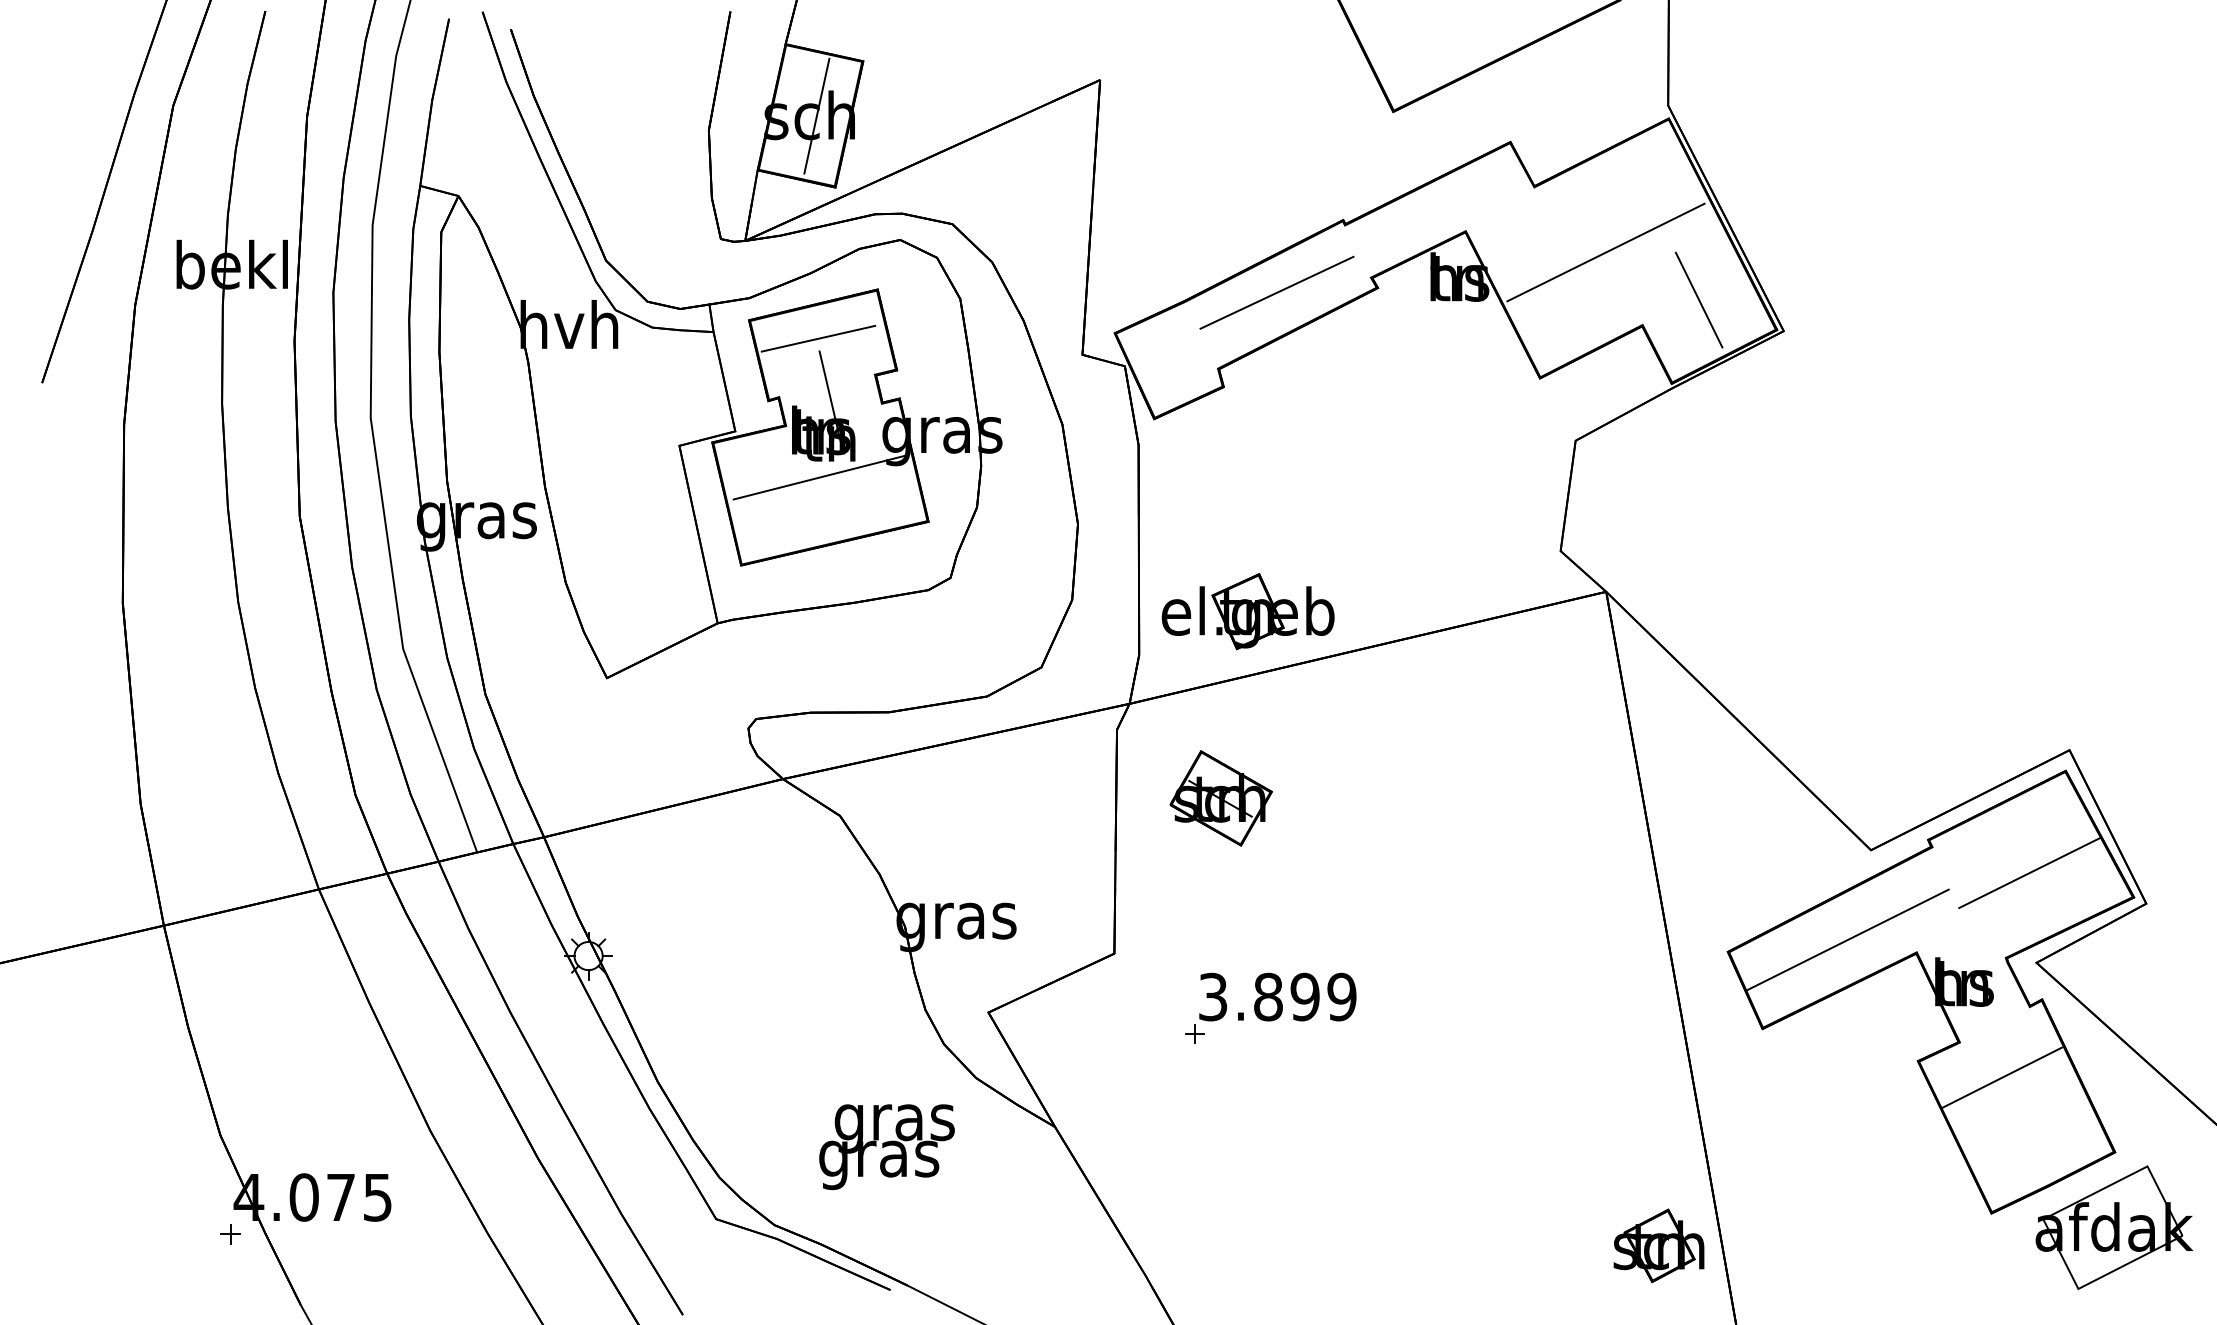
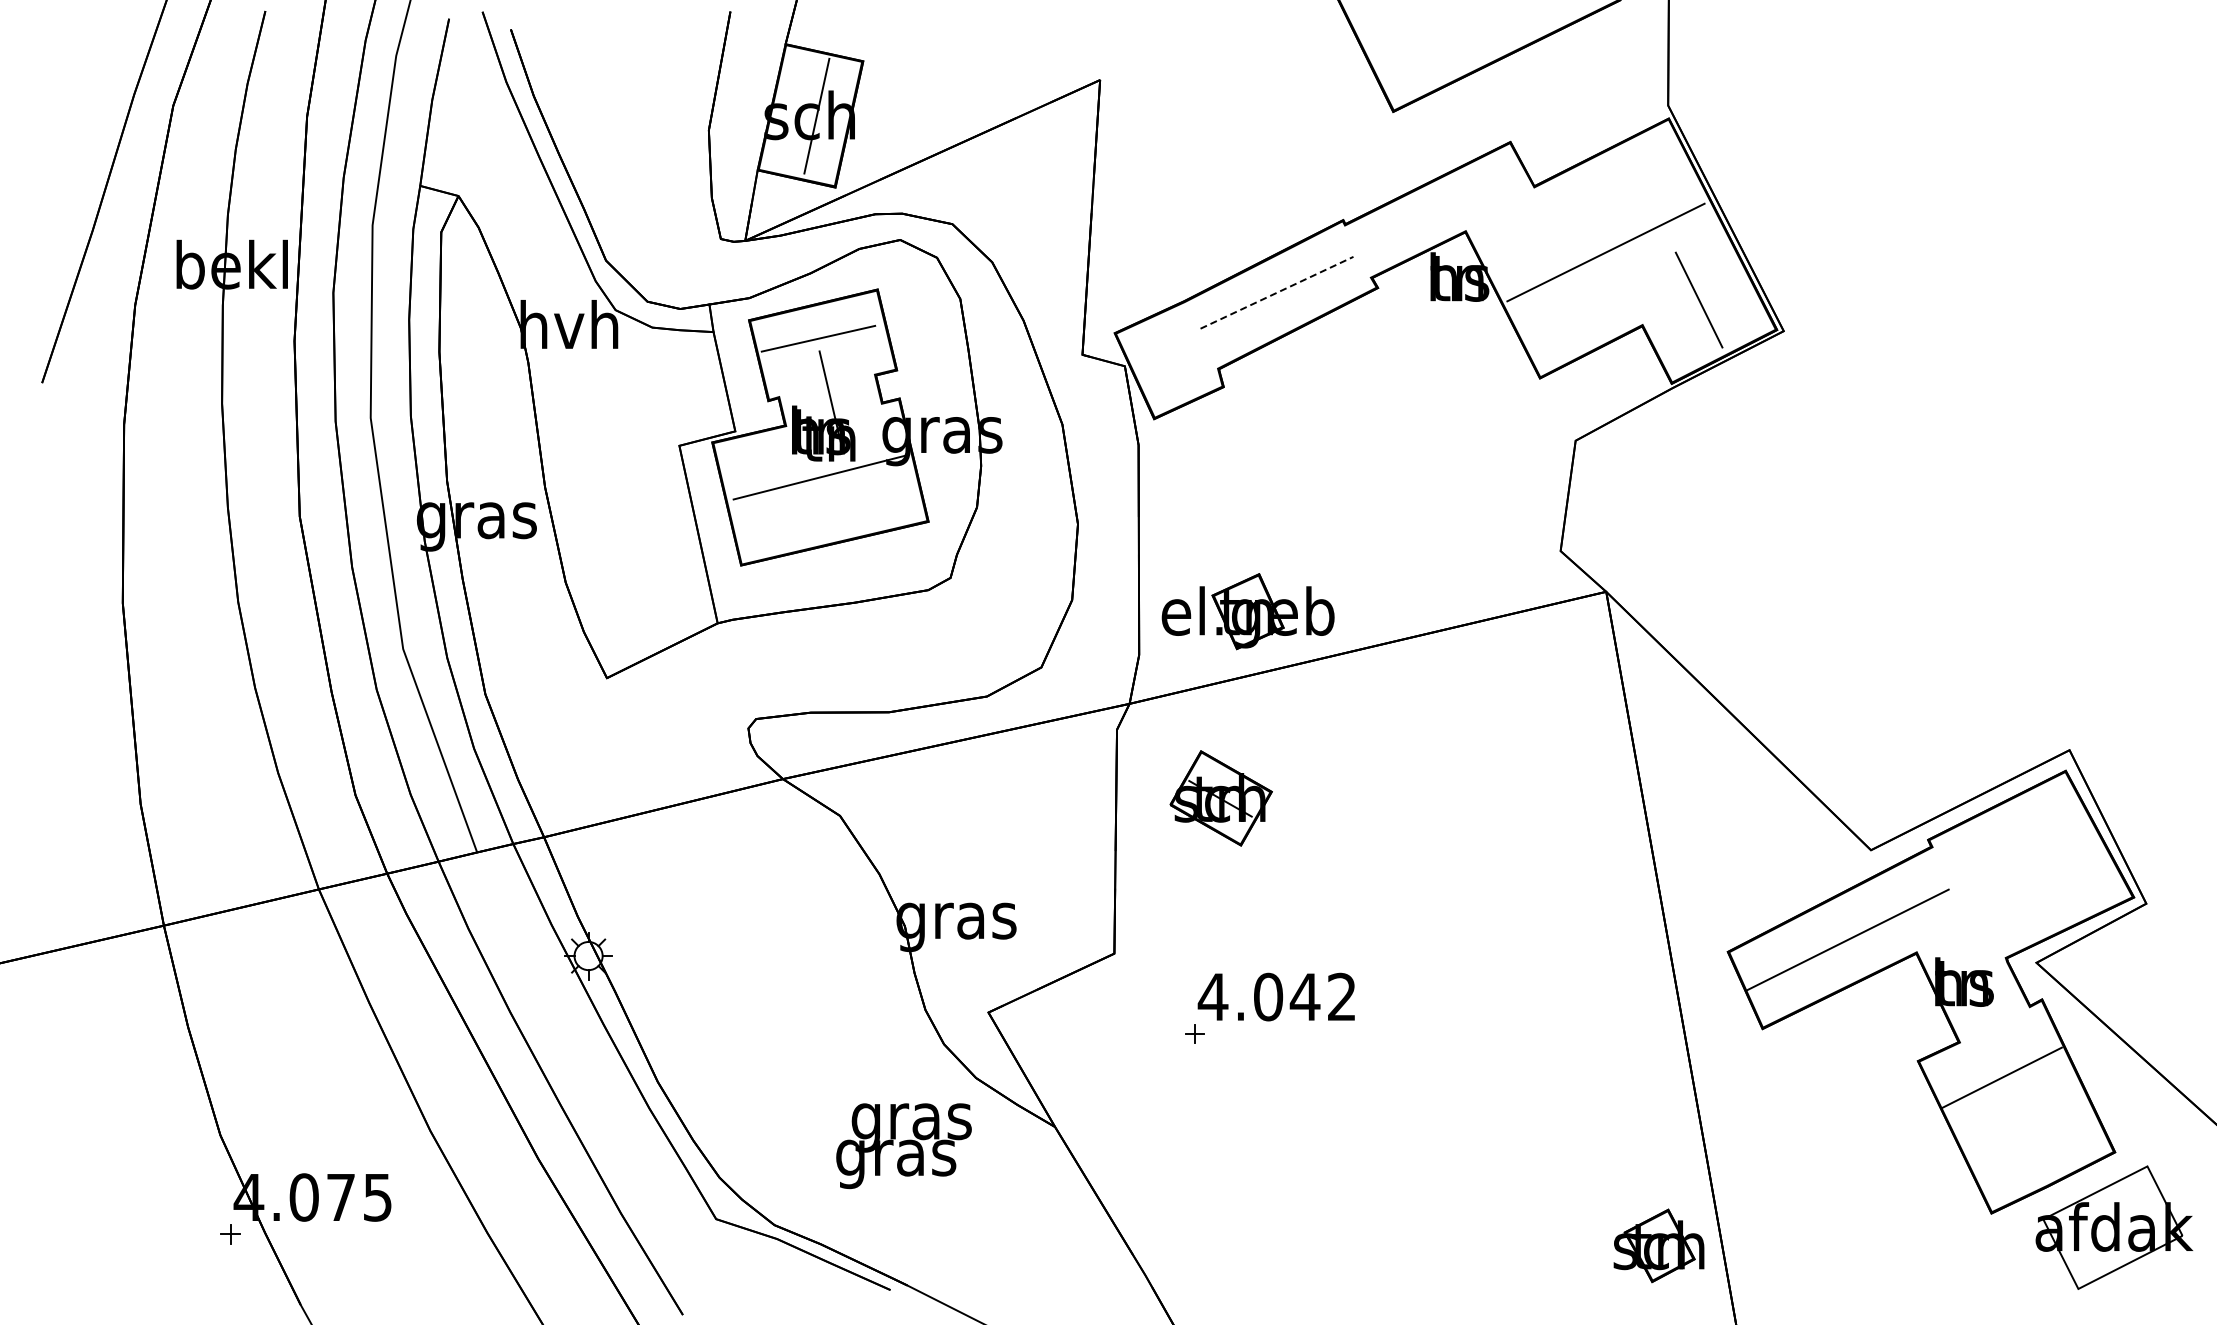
line at (1277, 292): solid -> dashed
line at (2029, 872): present -> none
text at (1276, 996): 3.899 -> 4.042
text at (886, 1147) position: (886, 1147) -> (903, 1146)
